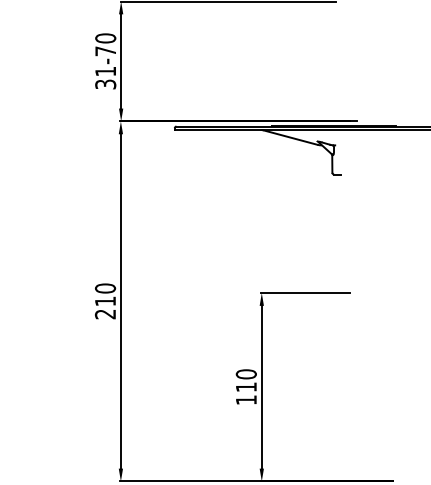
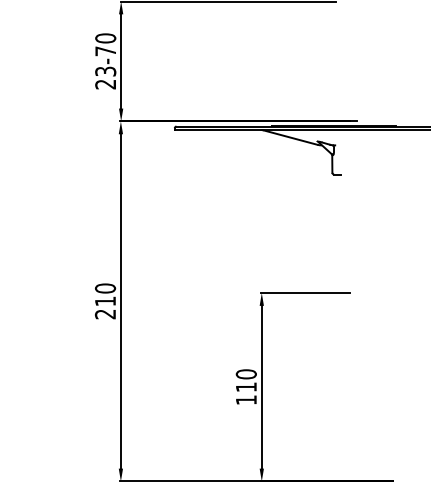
text at (105, 77): 31-70 -> 23-70
